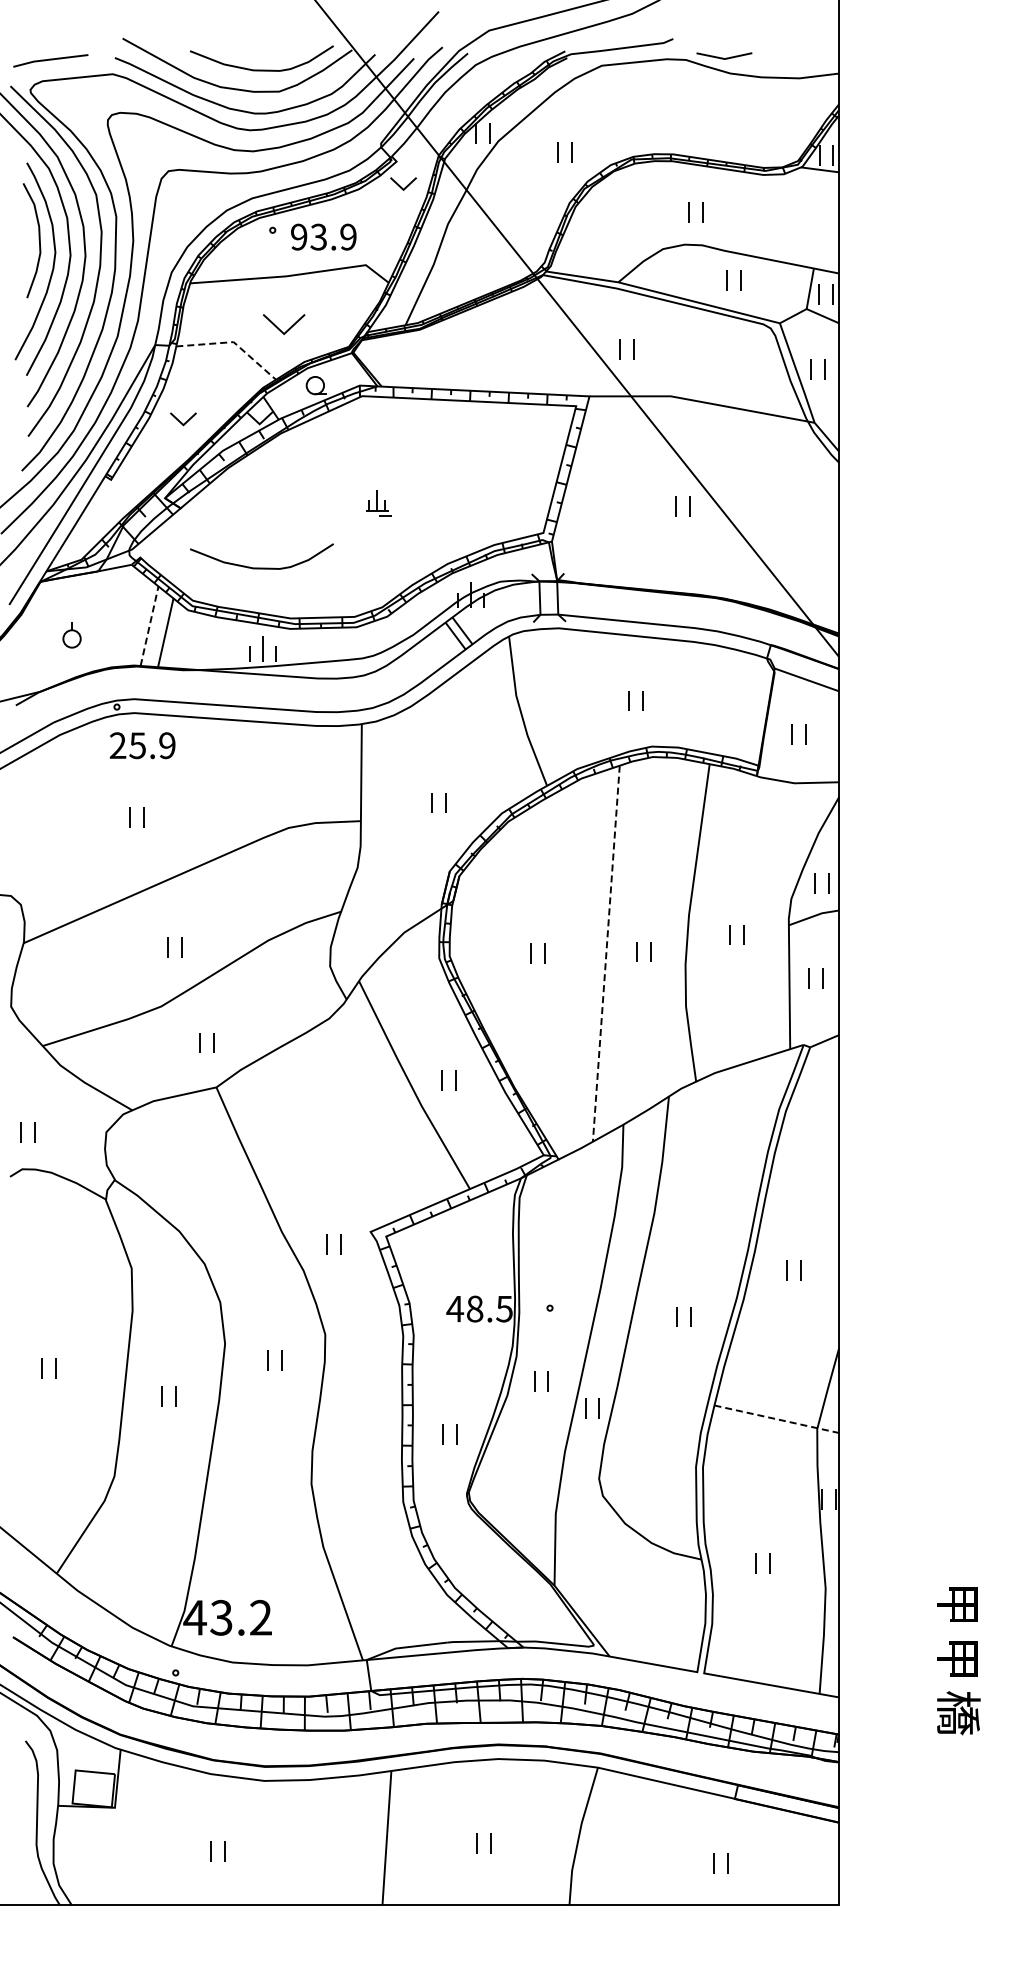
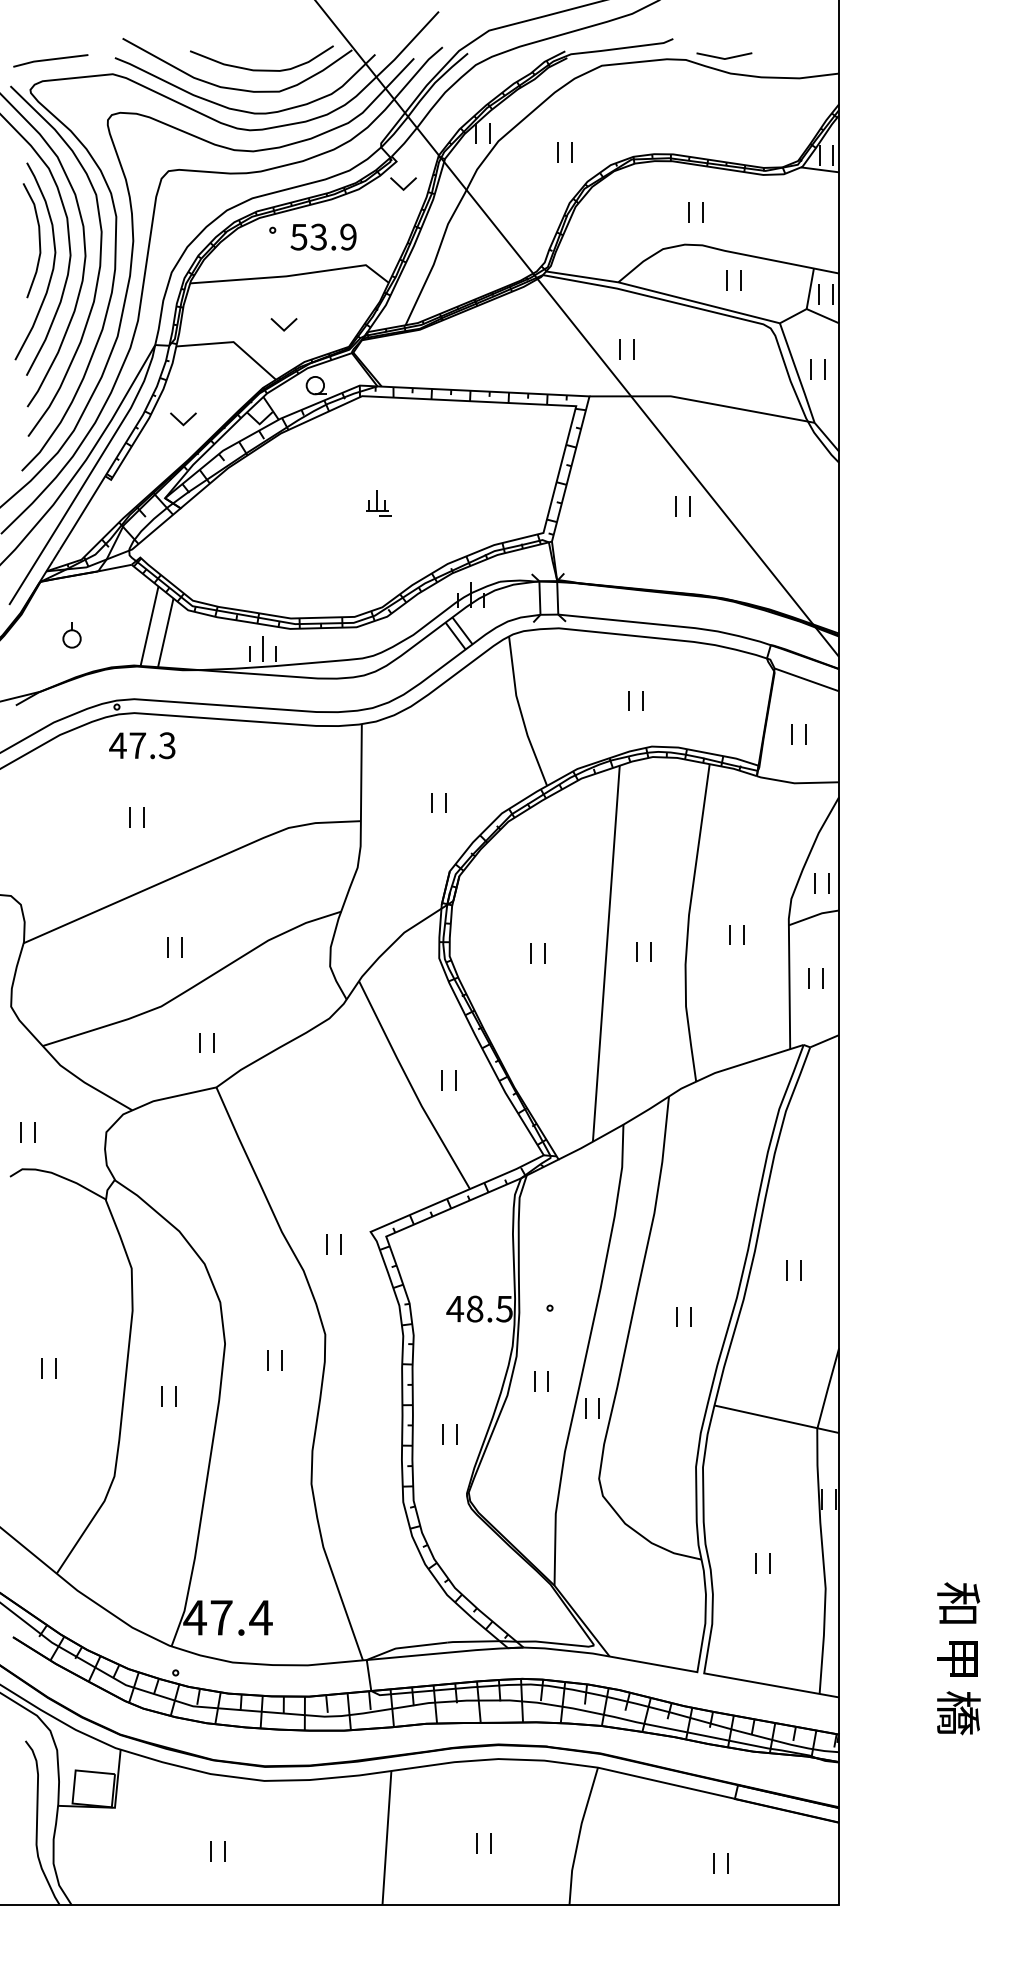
text at (298, 236): 93.9 -> 53.9
part at (283, 324) size: 44x21 px -> 28x14 px
line at (233, 342): dashed -> solid
curve at (261, 567): present -> none
line at (149, 626): dashed -> solid
text at (142, 745): 25.9 -> 47.3
line at (606, 954): dashed -> solid
line at (777, 1419): dashed -> solid
text at (958, 1602): 甲 -> 和
text at (241, 1617): 43.2 -> 47.4
